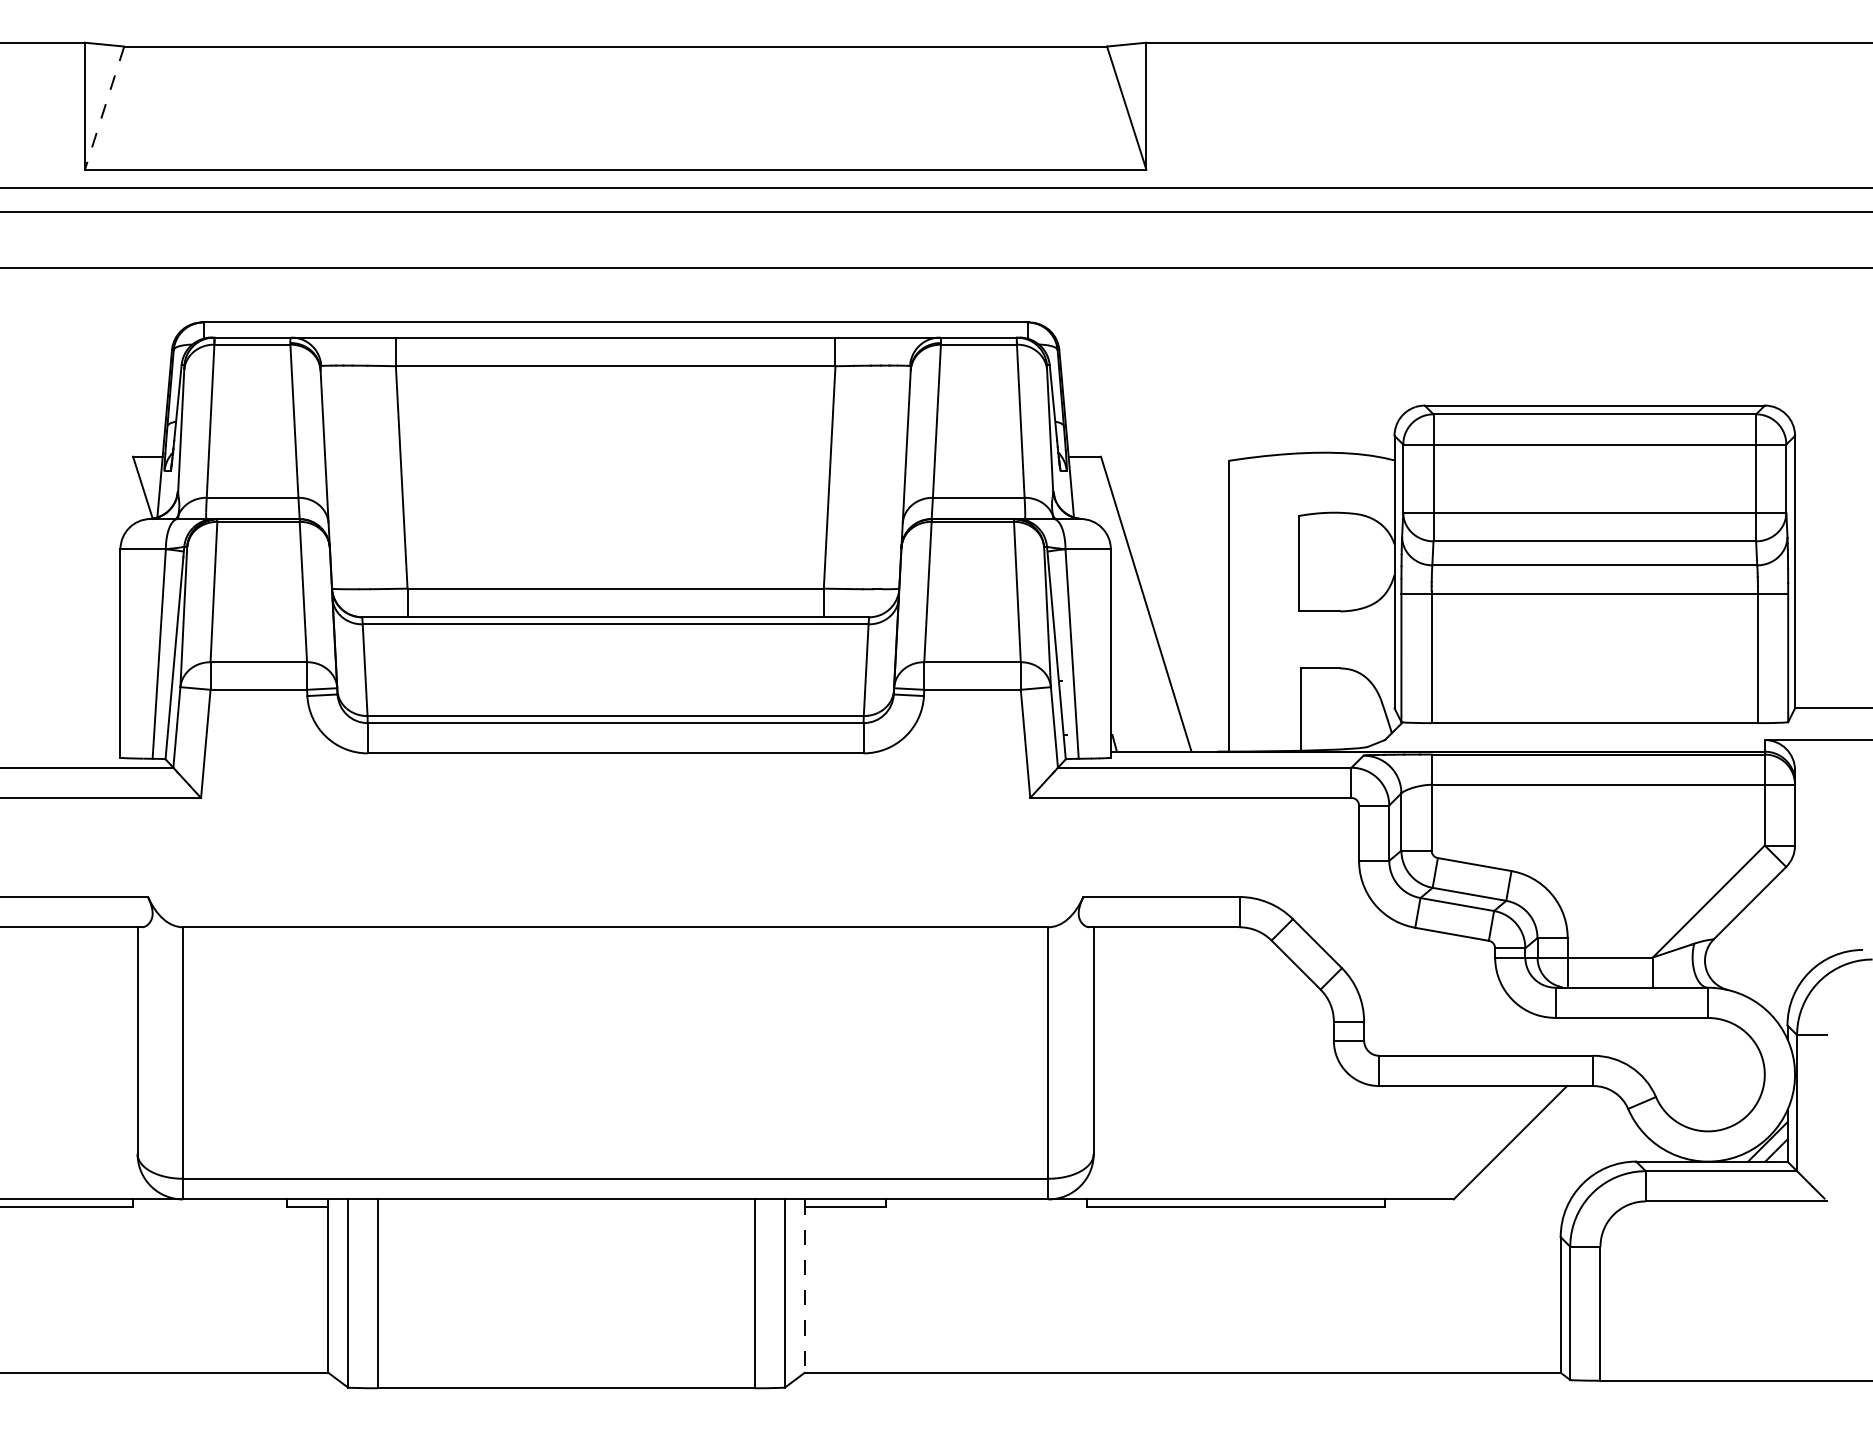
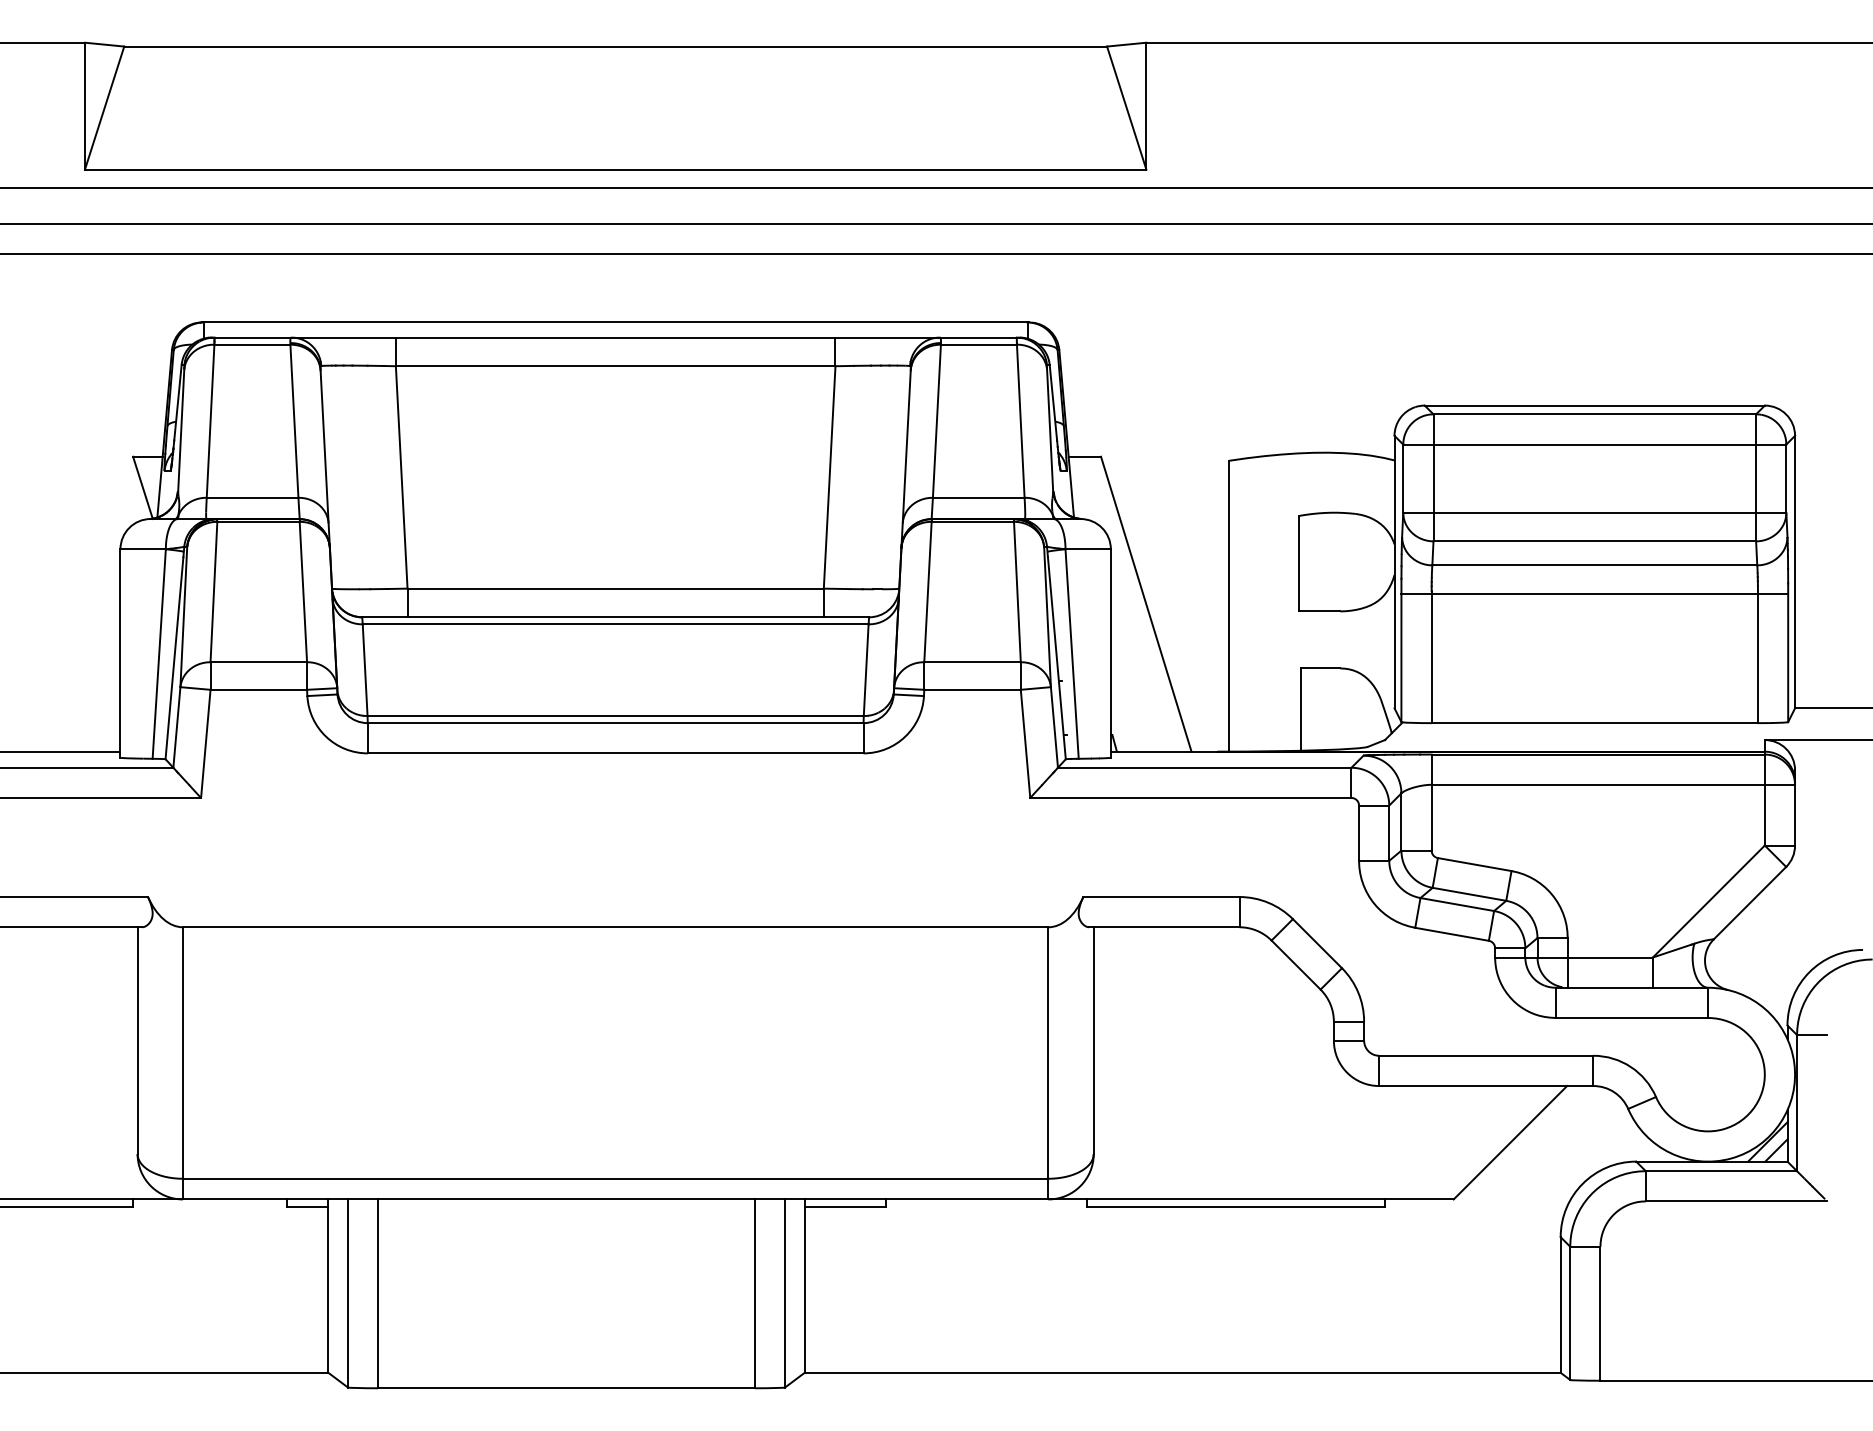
line at (104, 108): dashed -> solid
line at (935, 212) position: (935, 212) -> (935, 224)
line at (935, 267) position: (935, 267) -> (935, 253)
line at (61, 751): none -> present
line at (804, 1286): dashed -> solid
